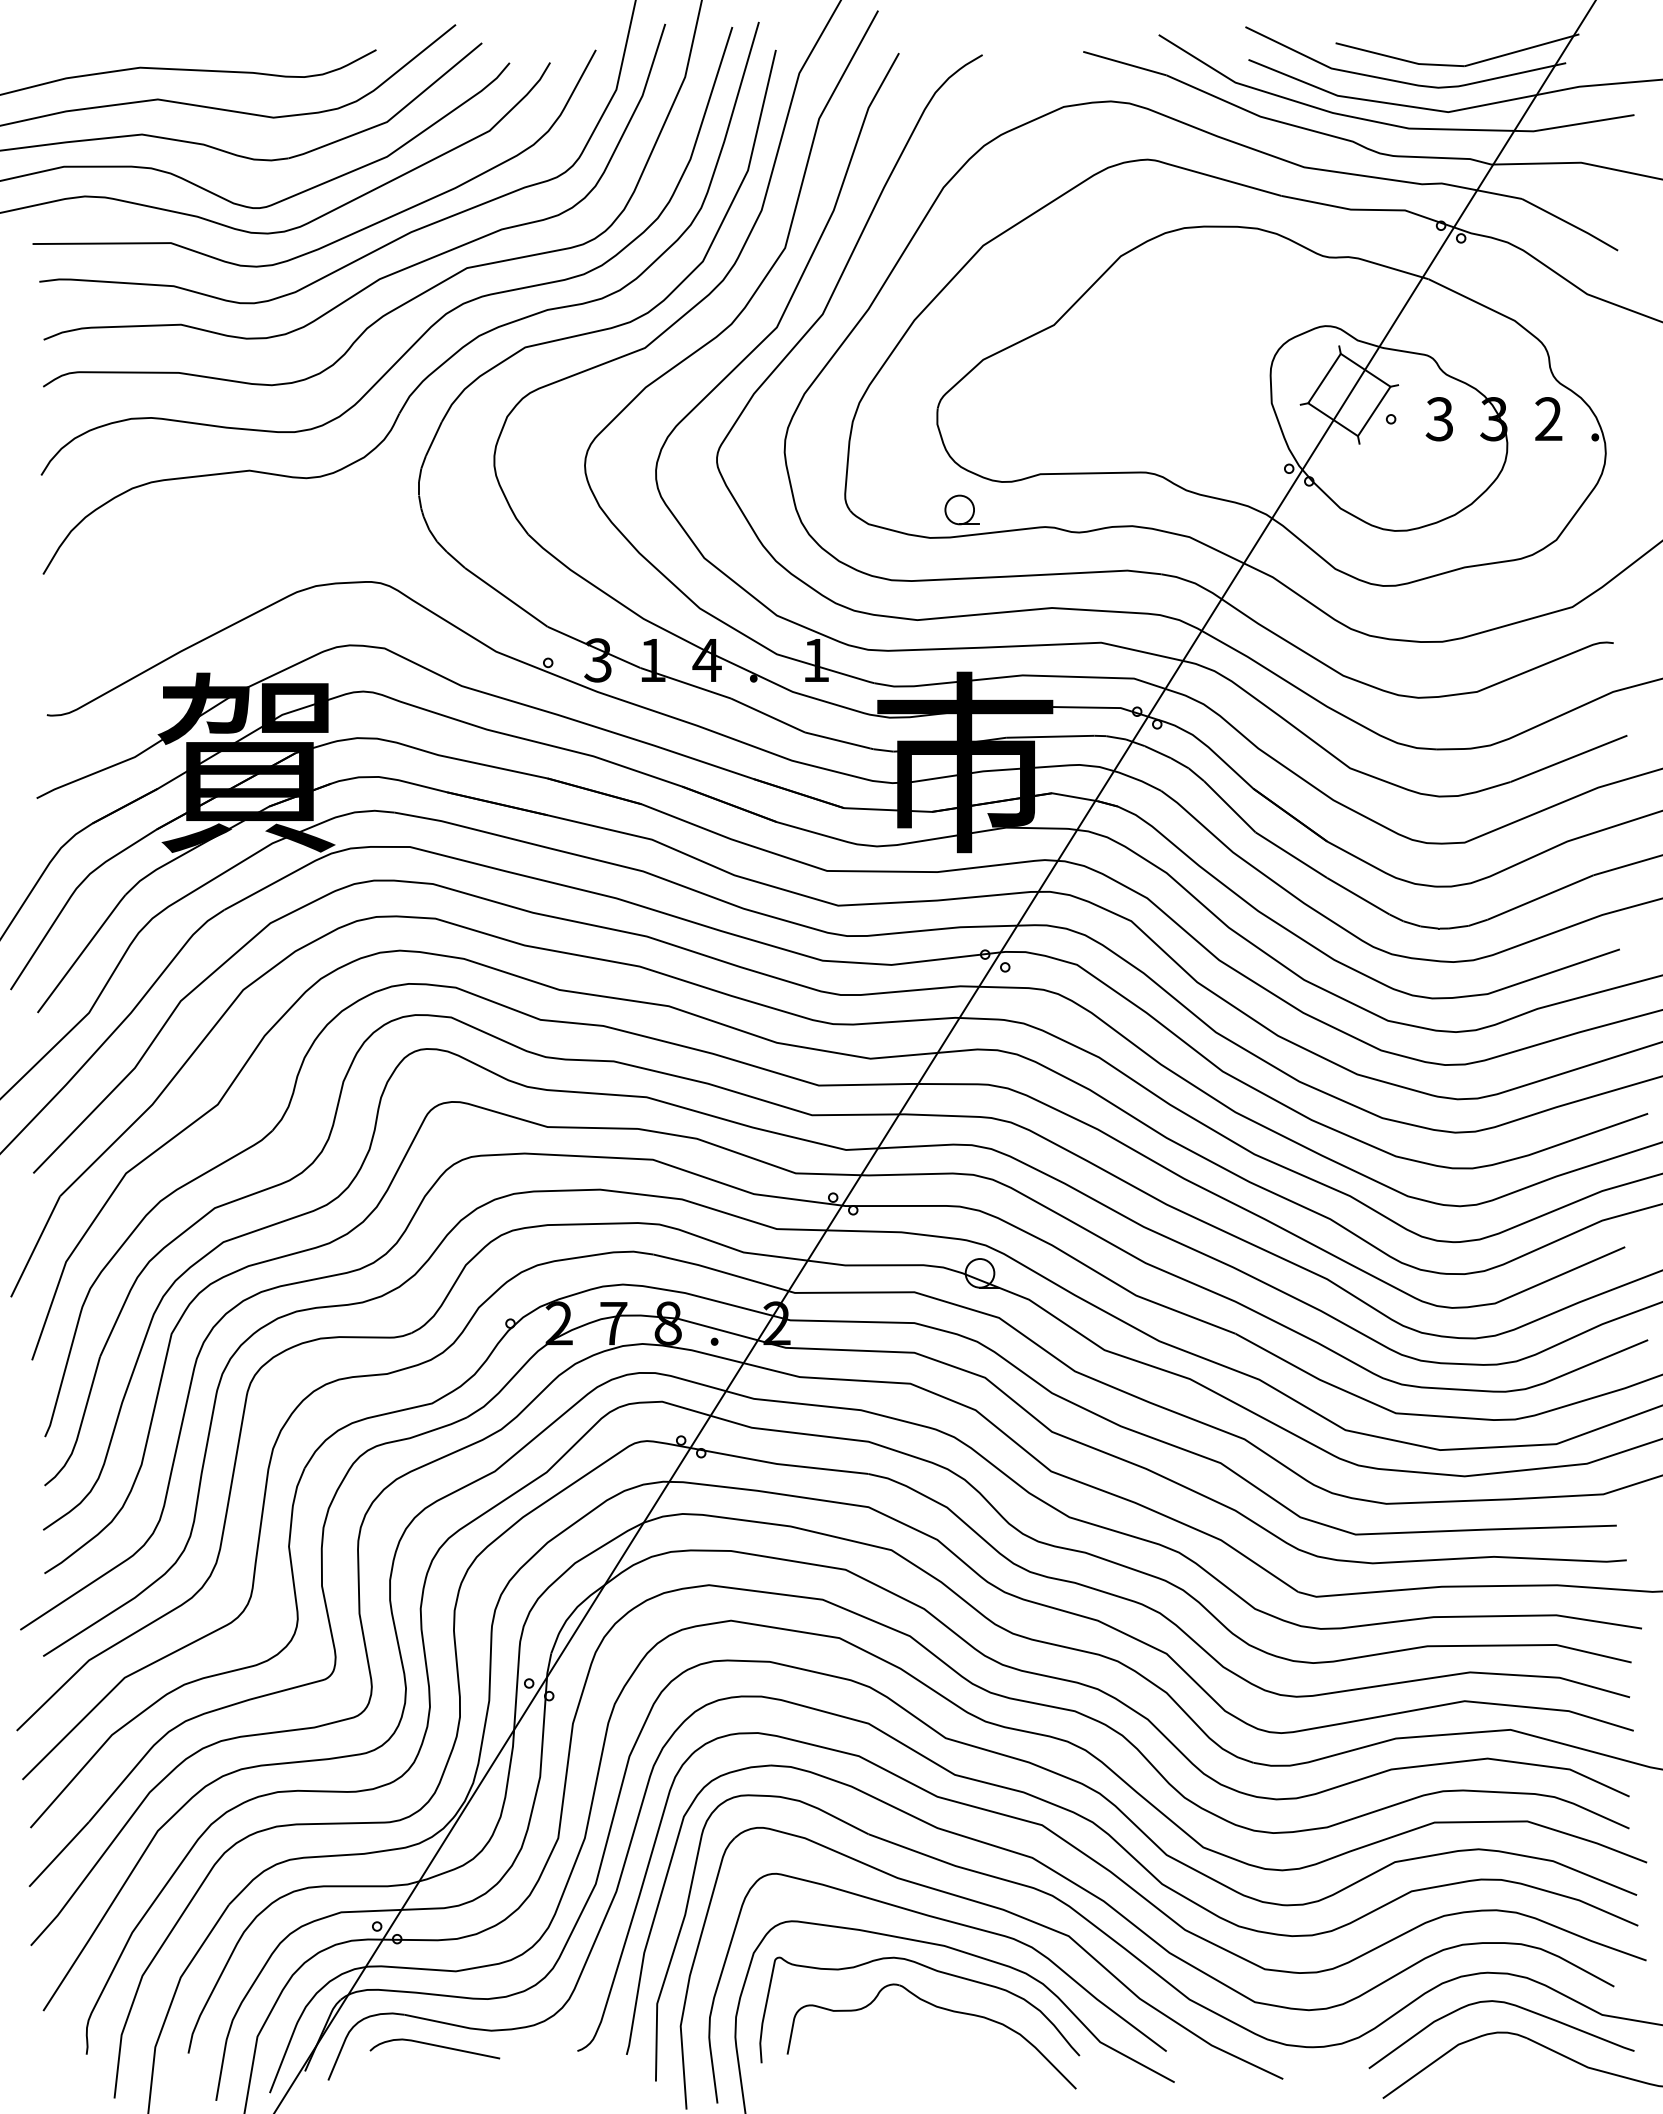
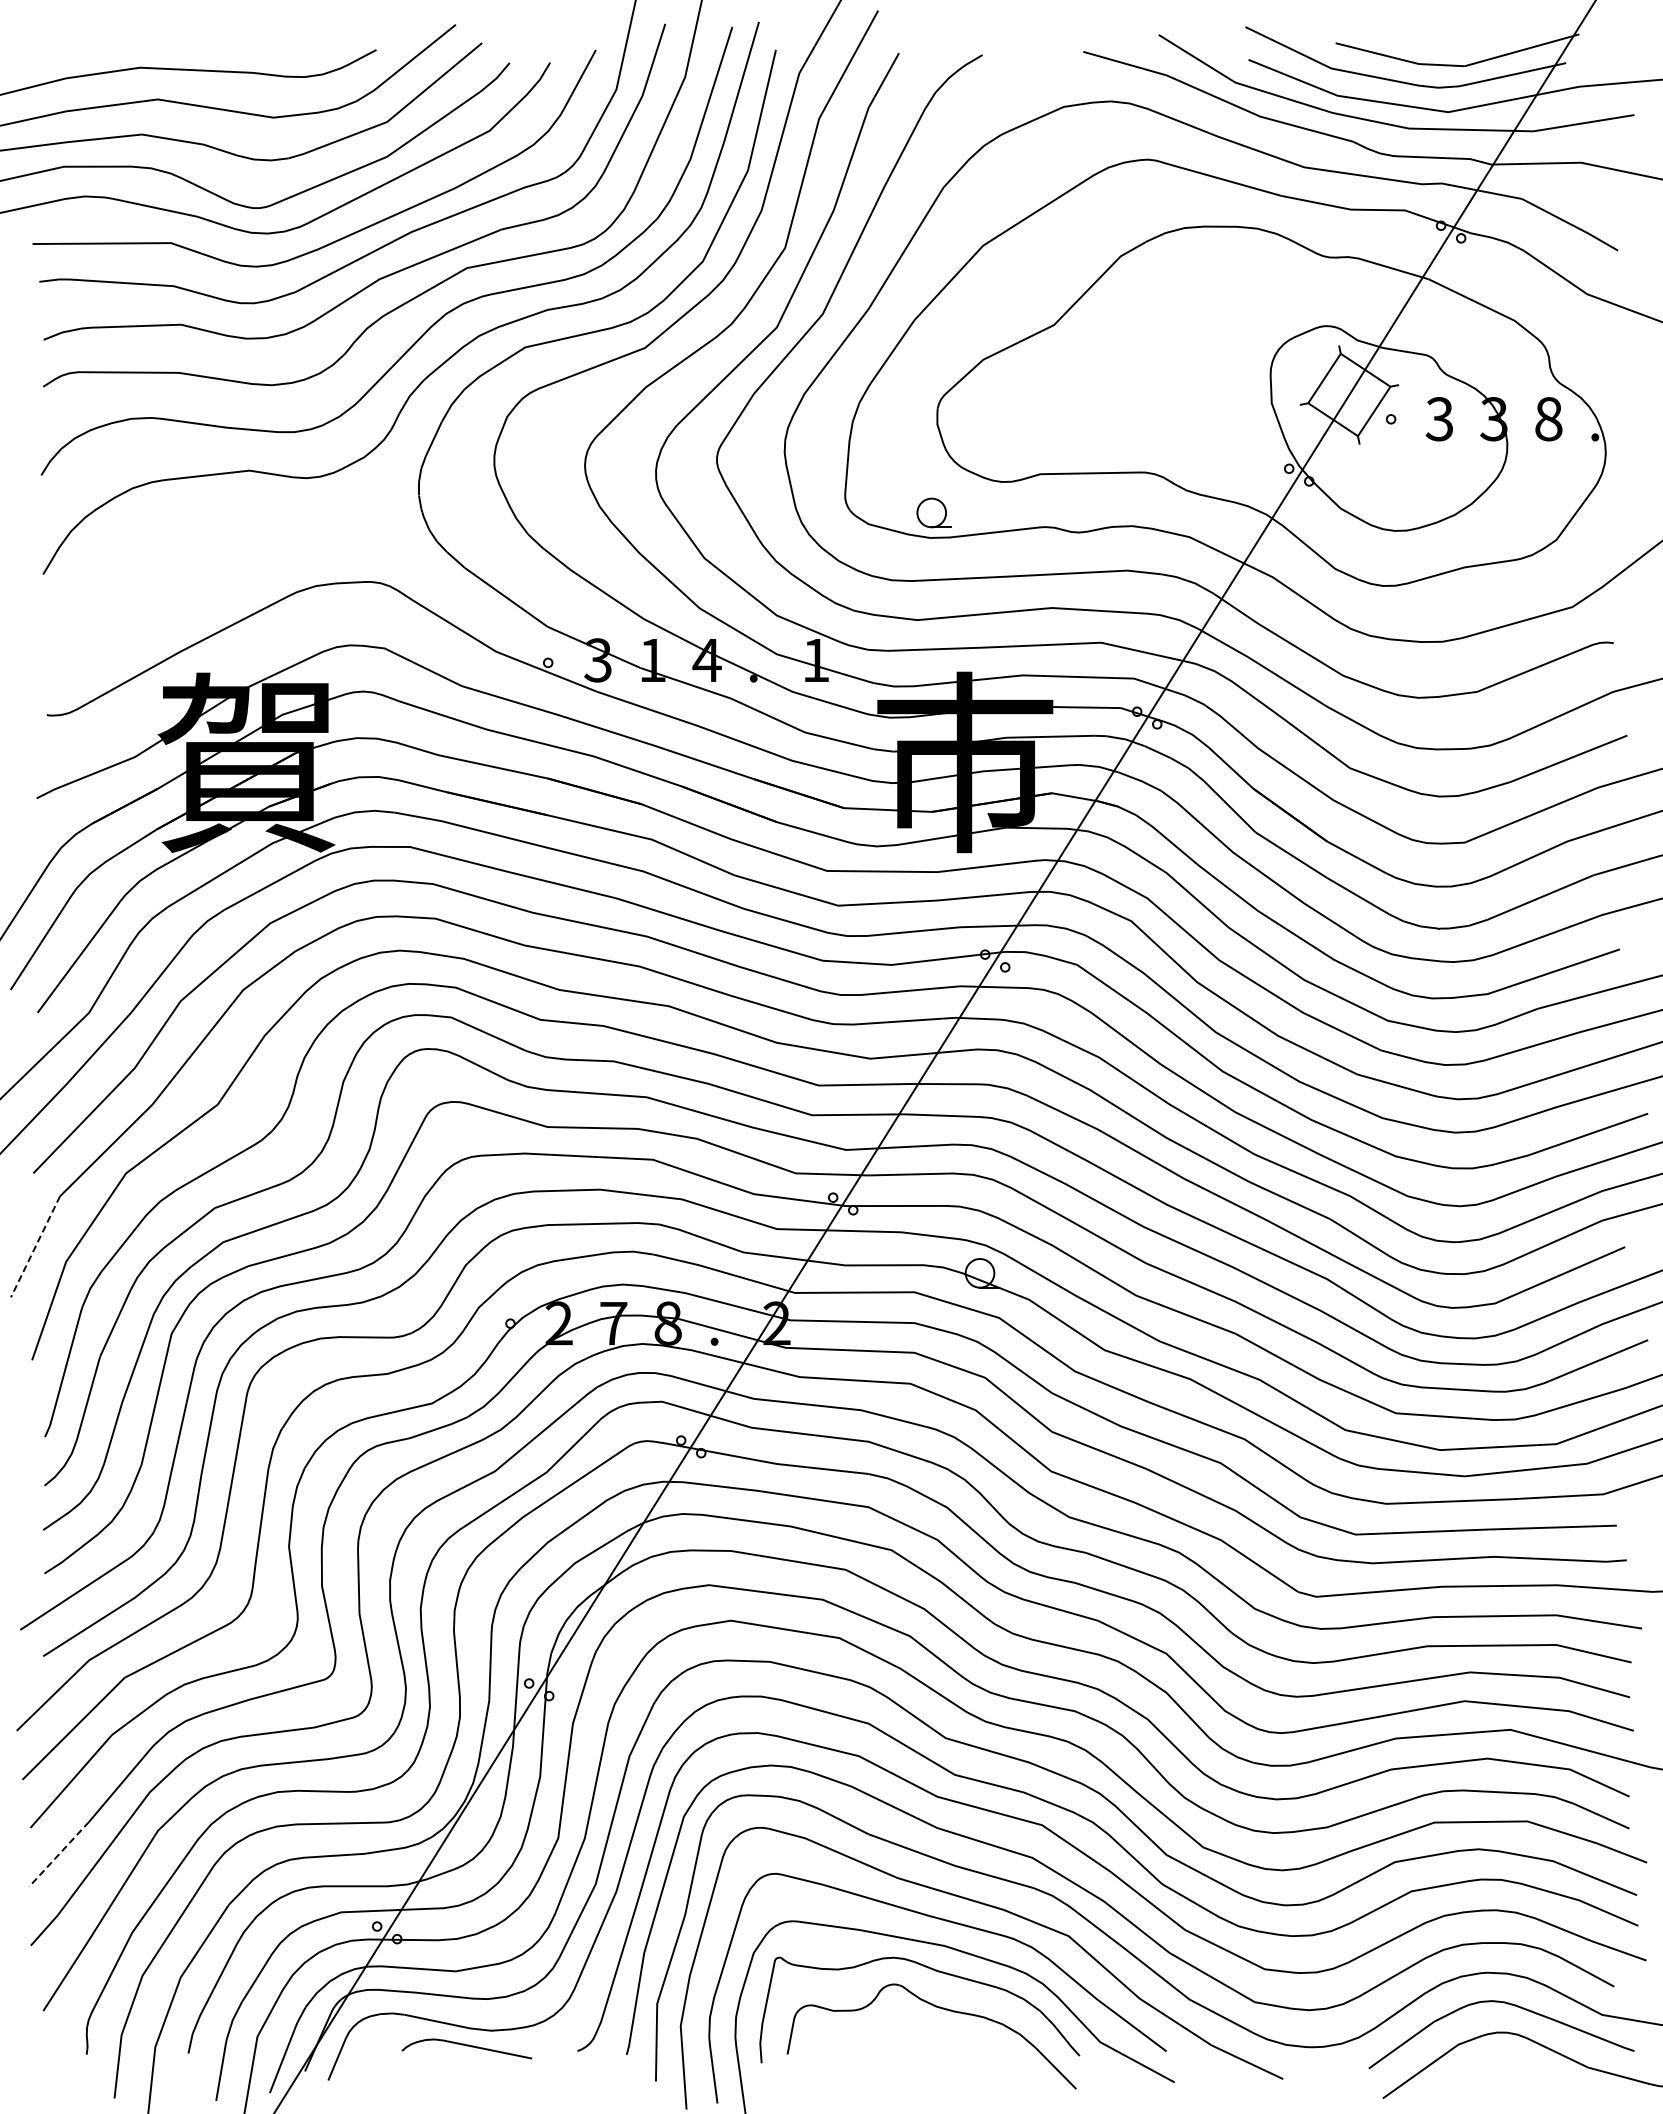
text at (1548, 419): 2 -> 8
part at (961, 509) position: (961, 509) -> (933, 512)
line at (35, 1247): solid -> dashed
line at (58, 1854): solid -> dashed
curve at (434, 2046) position: (434, 2046) -> (466, 2046)
